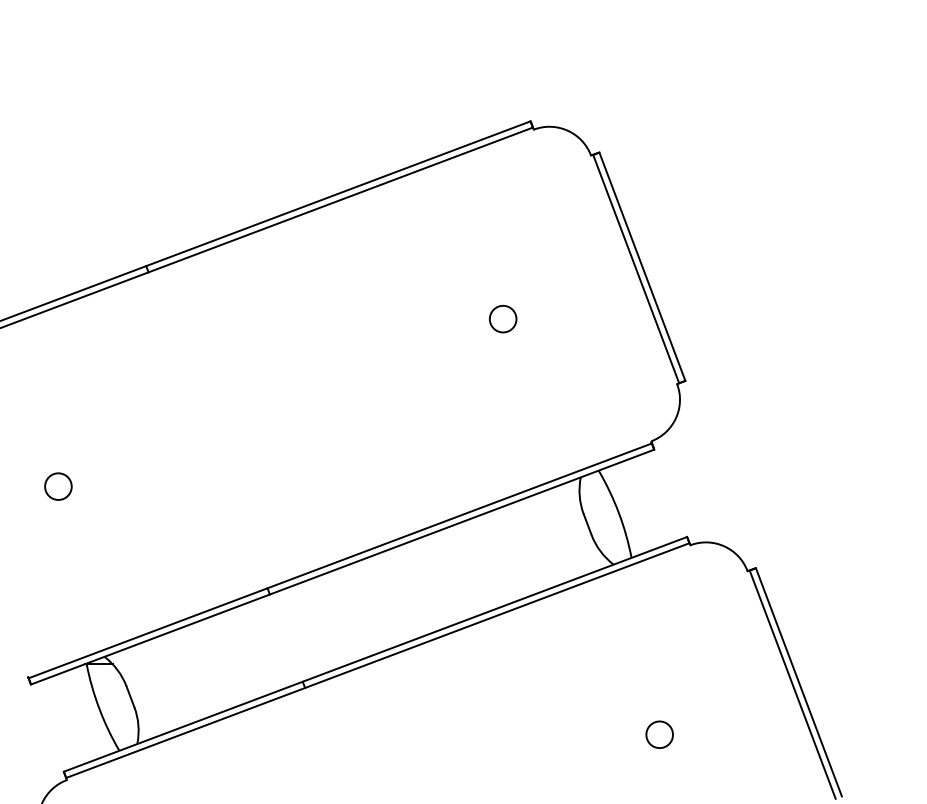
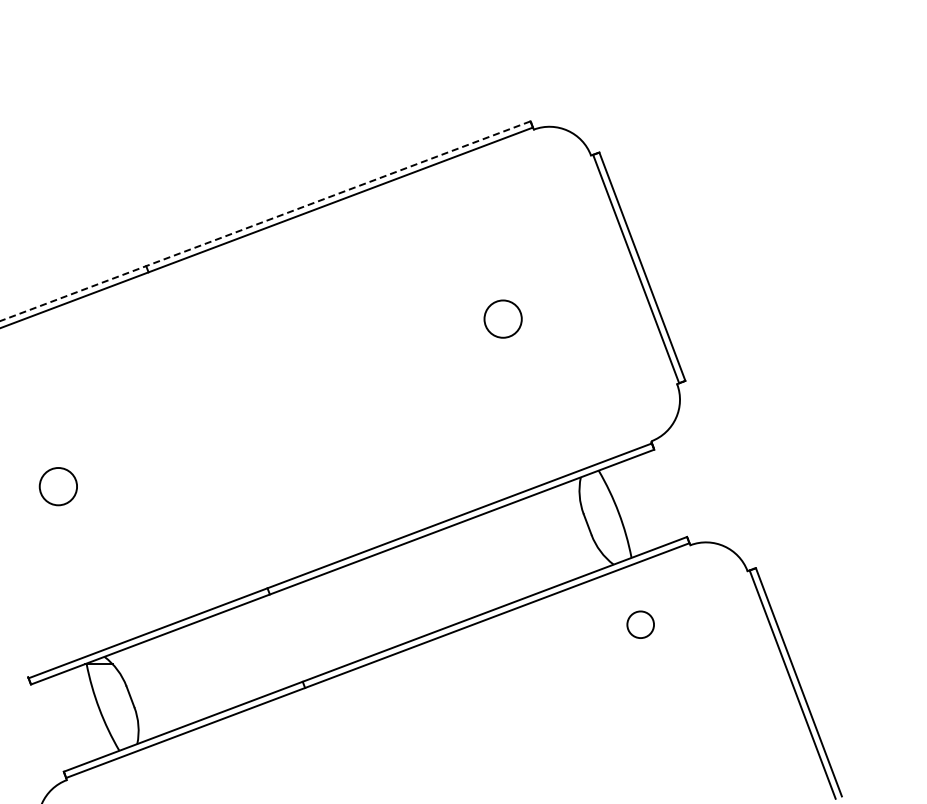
line at (265, 221): solid -> dashed
circle at (502, 318) diameter: 27 px -> 37 px
circle at (58, 486) diameter: 27 px -> 37 px
circle at (659, 734) position: (659, 734) -> (640, 624)
